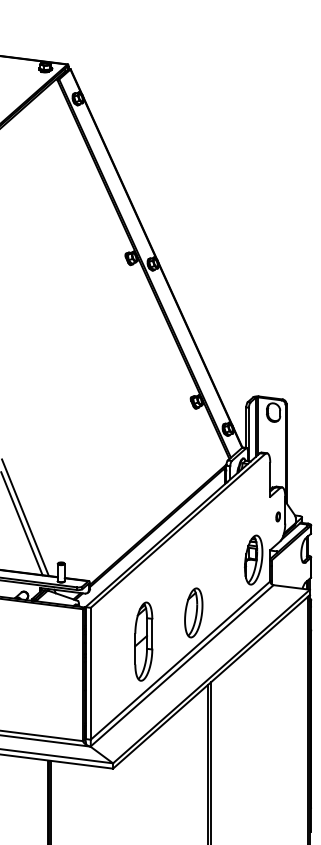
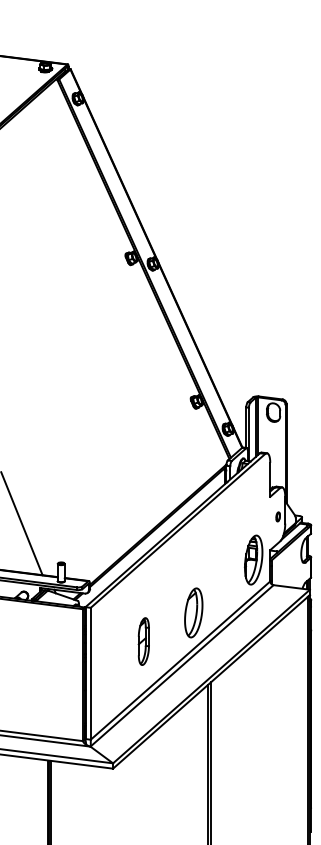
line at (25, 517): present -> none
part at (143, 641) size: 20x81 px -> 13x49 px
